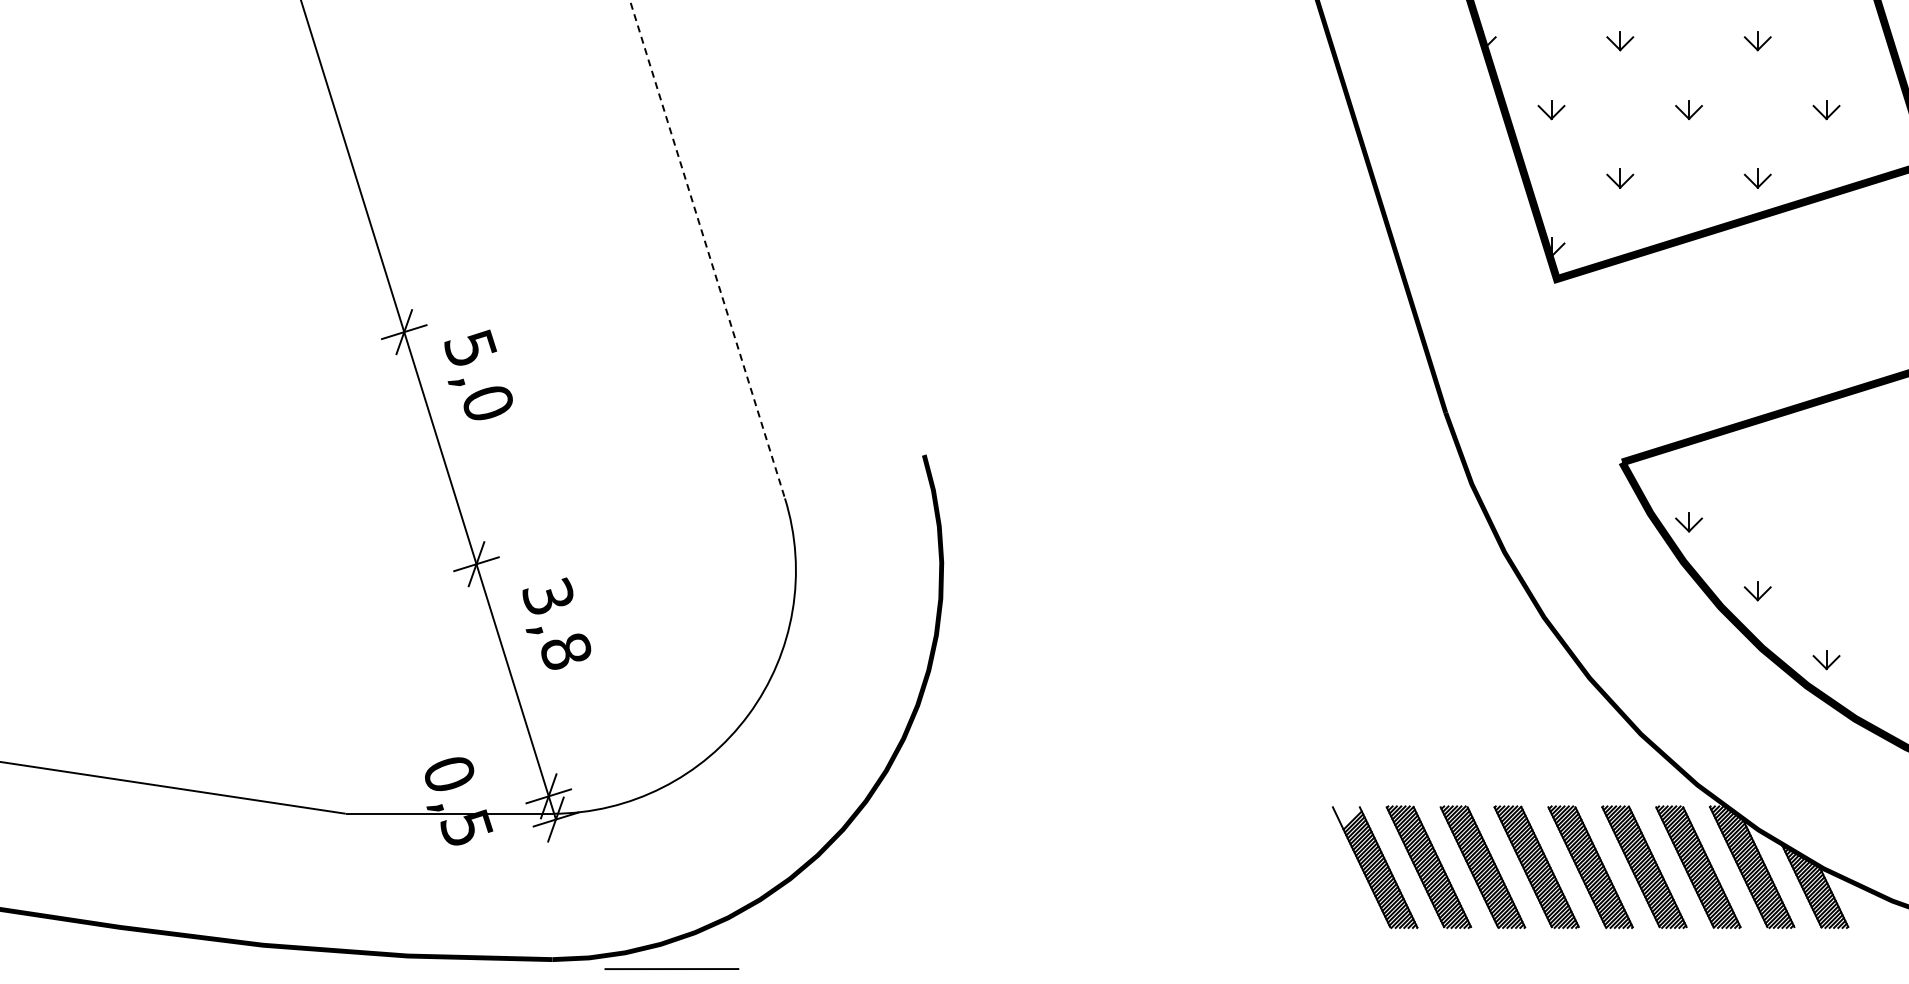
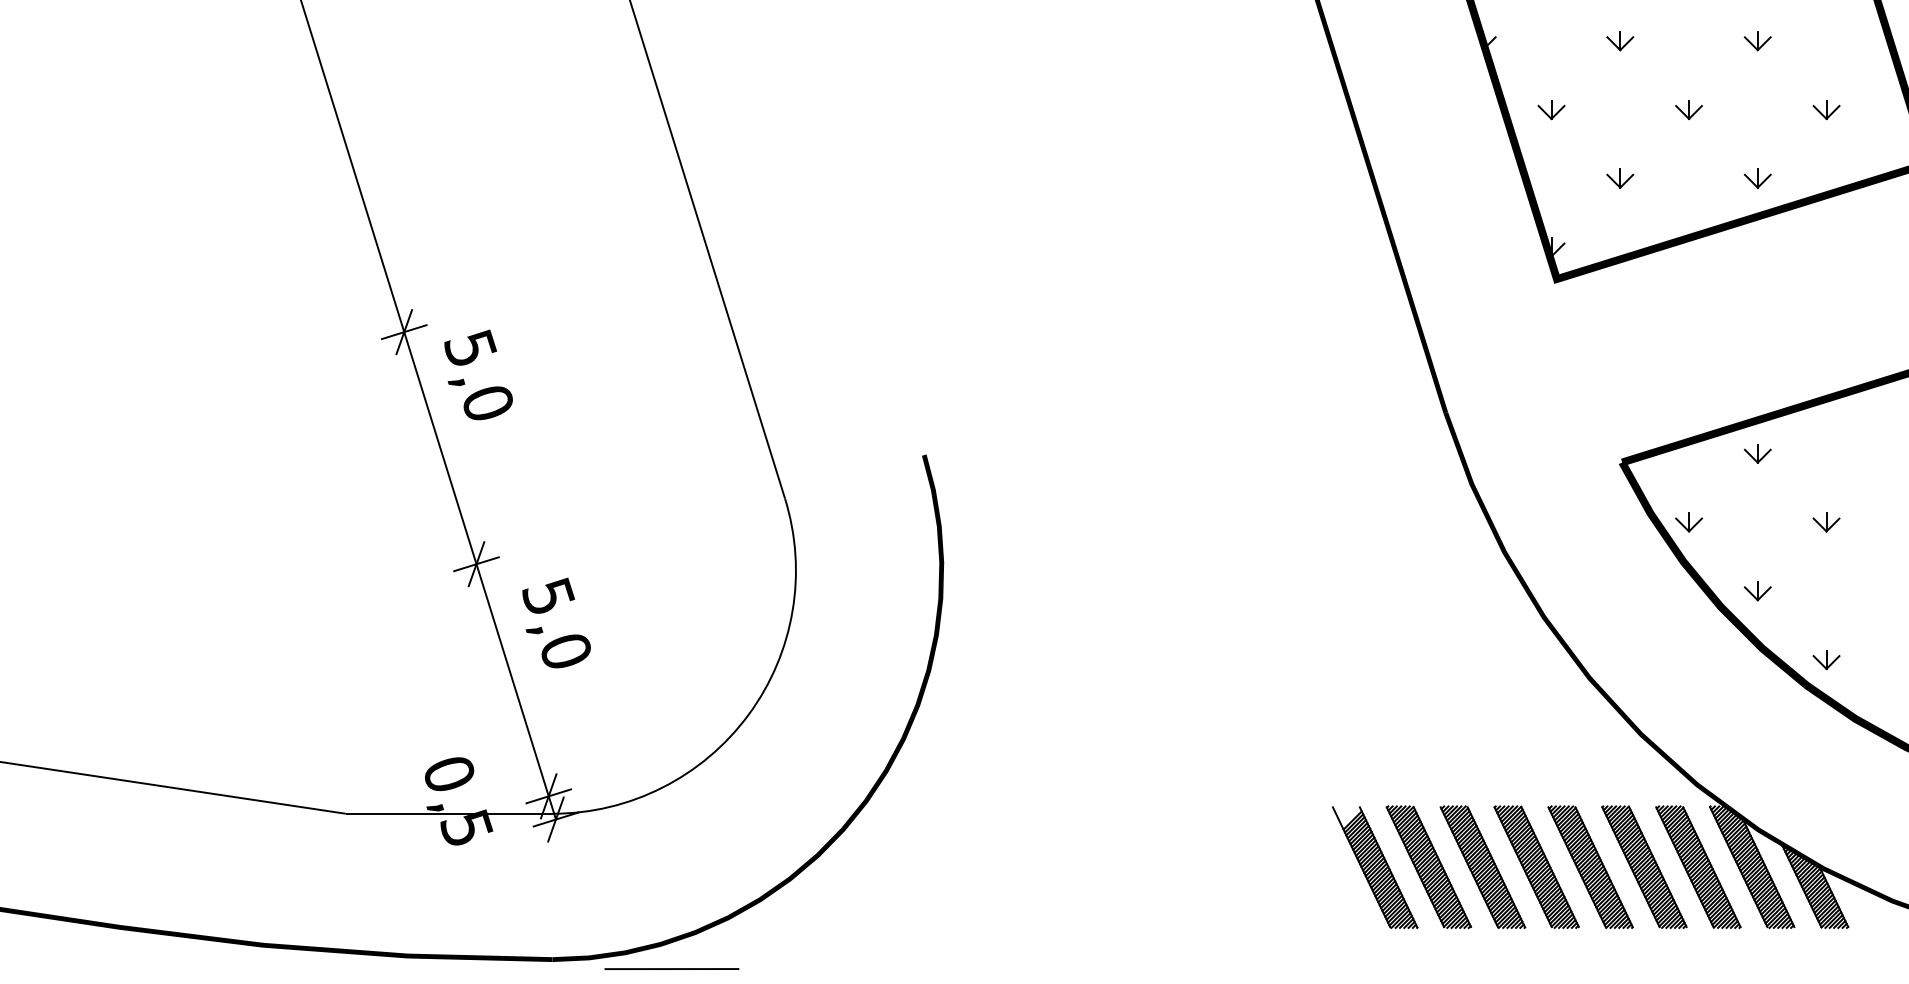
line at (707, 249): dashed -> solid
part at (1757, 453): none -> present
part at (1826, 522): none -> present
text at (556, 623): 3,8 -> 5,0
